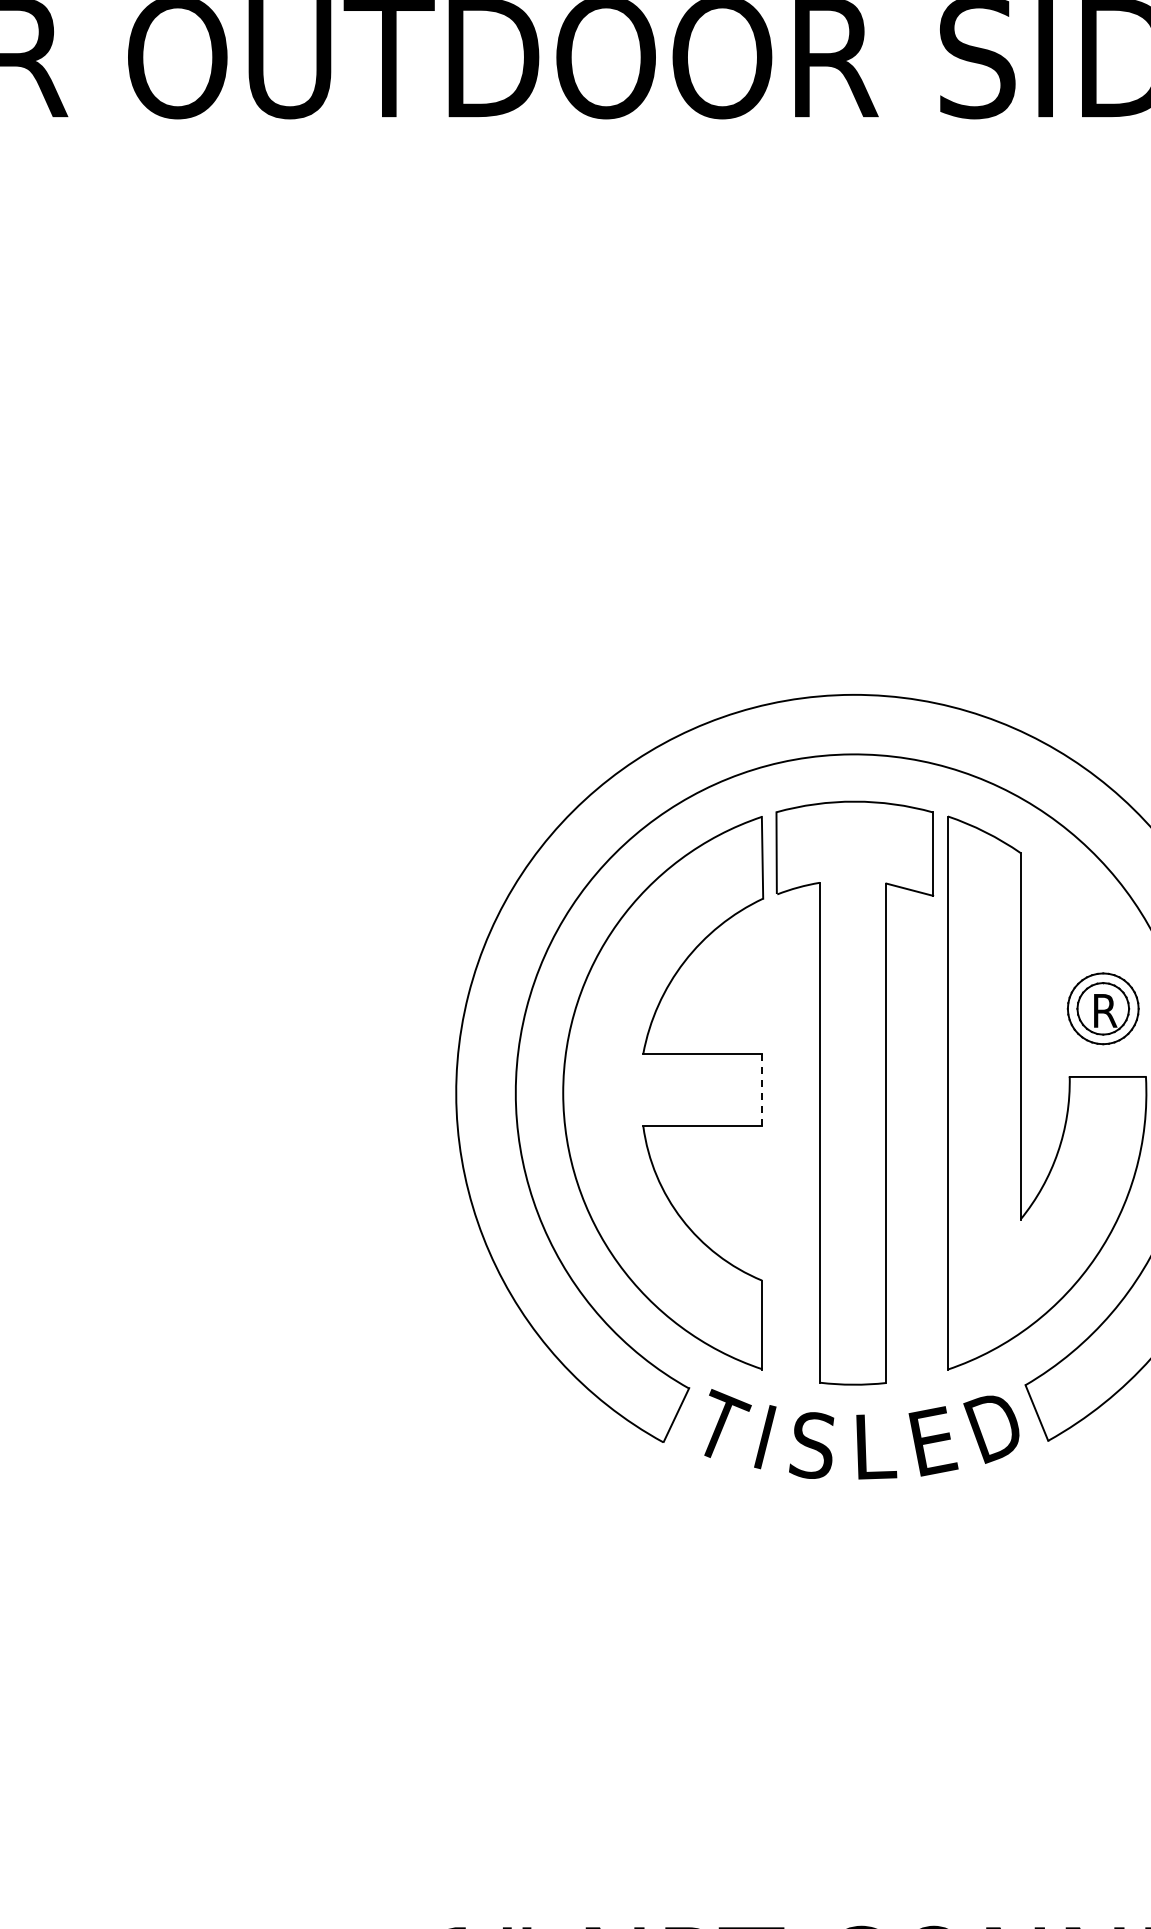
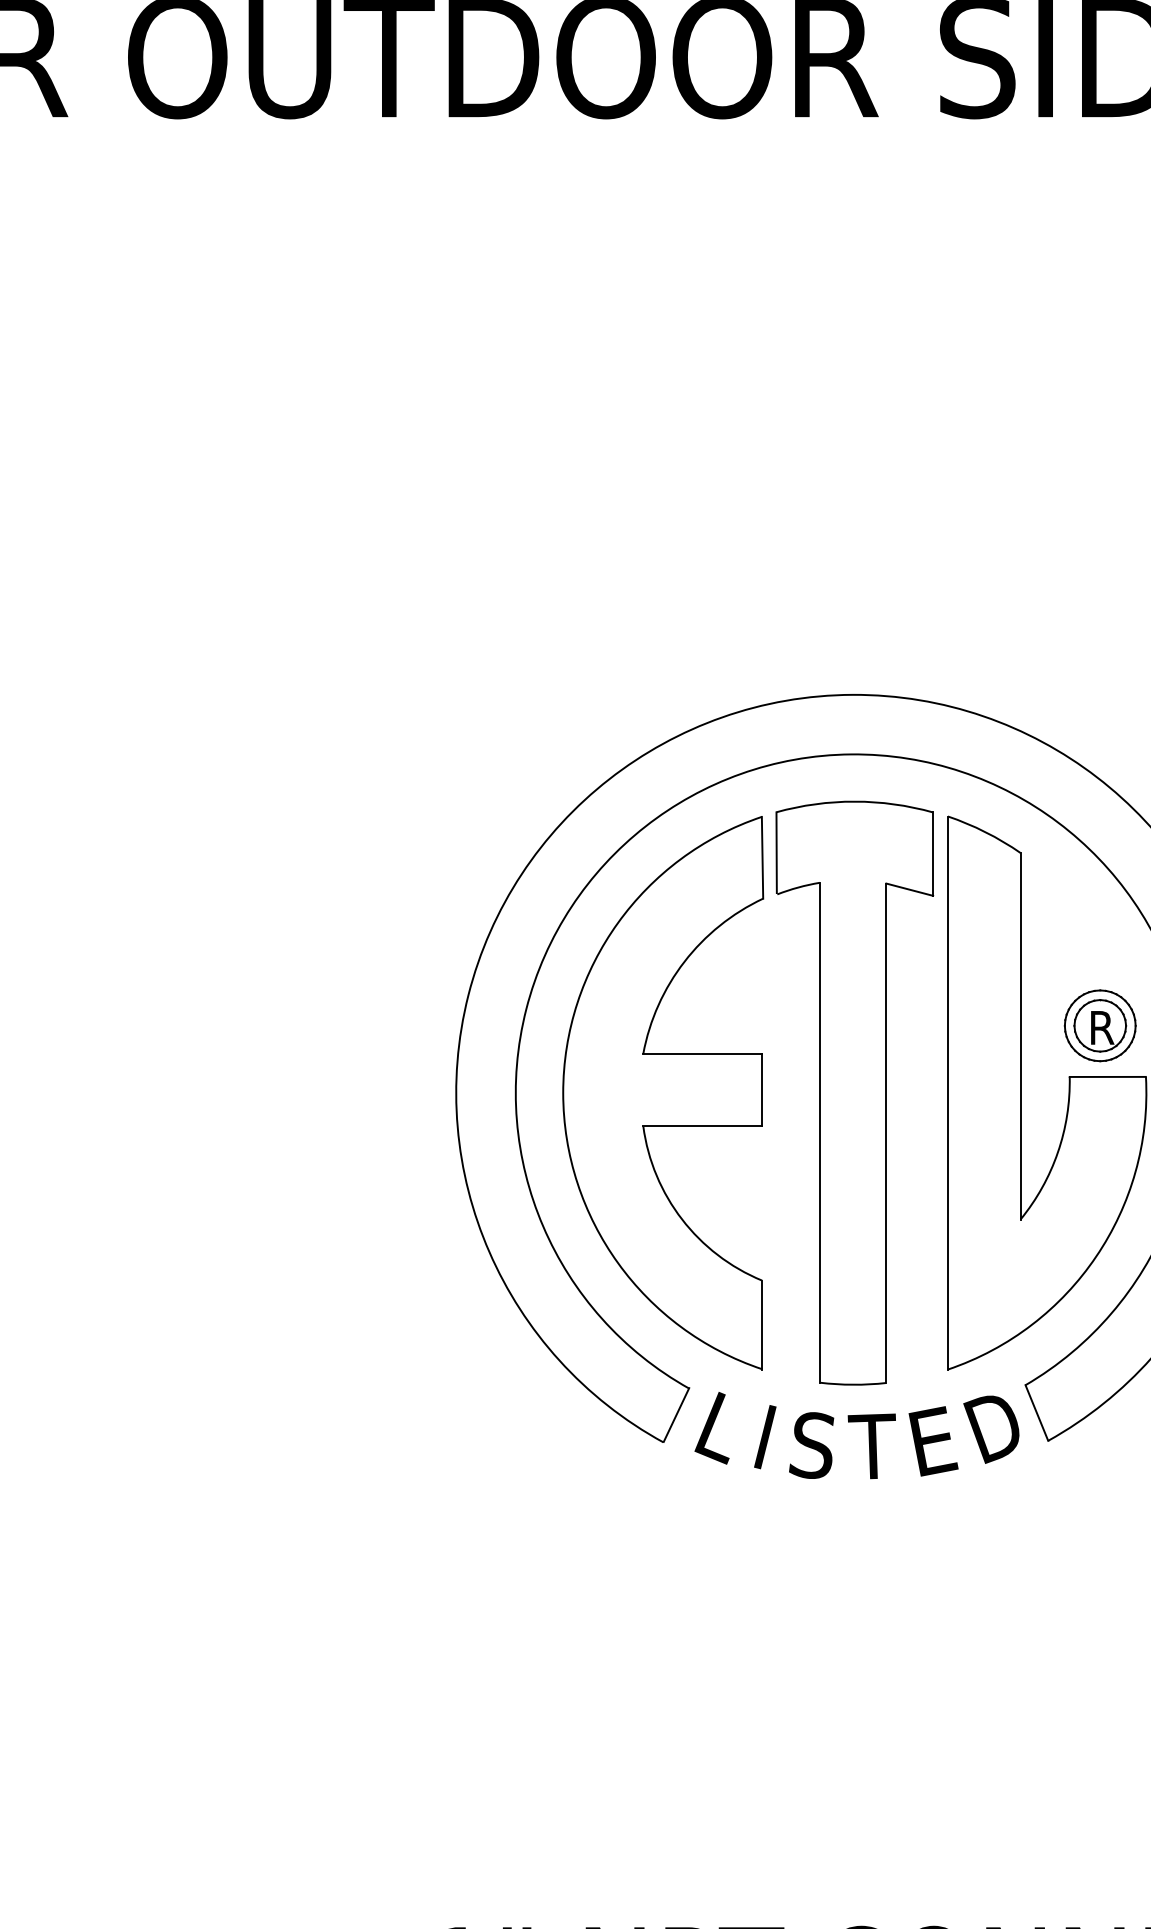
part at (1102, 1008) position: (1102, 1008) -> (1099, 1025)
line at (762, 1090): dashed -> solid
text at (722, 1426): T -> L
text at (872, 1446): L -> T
